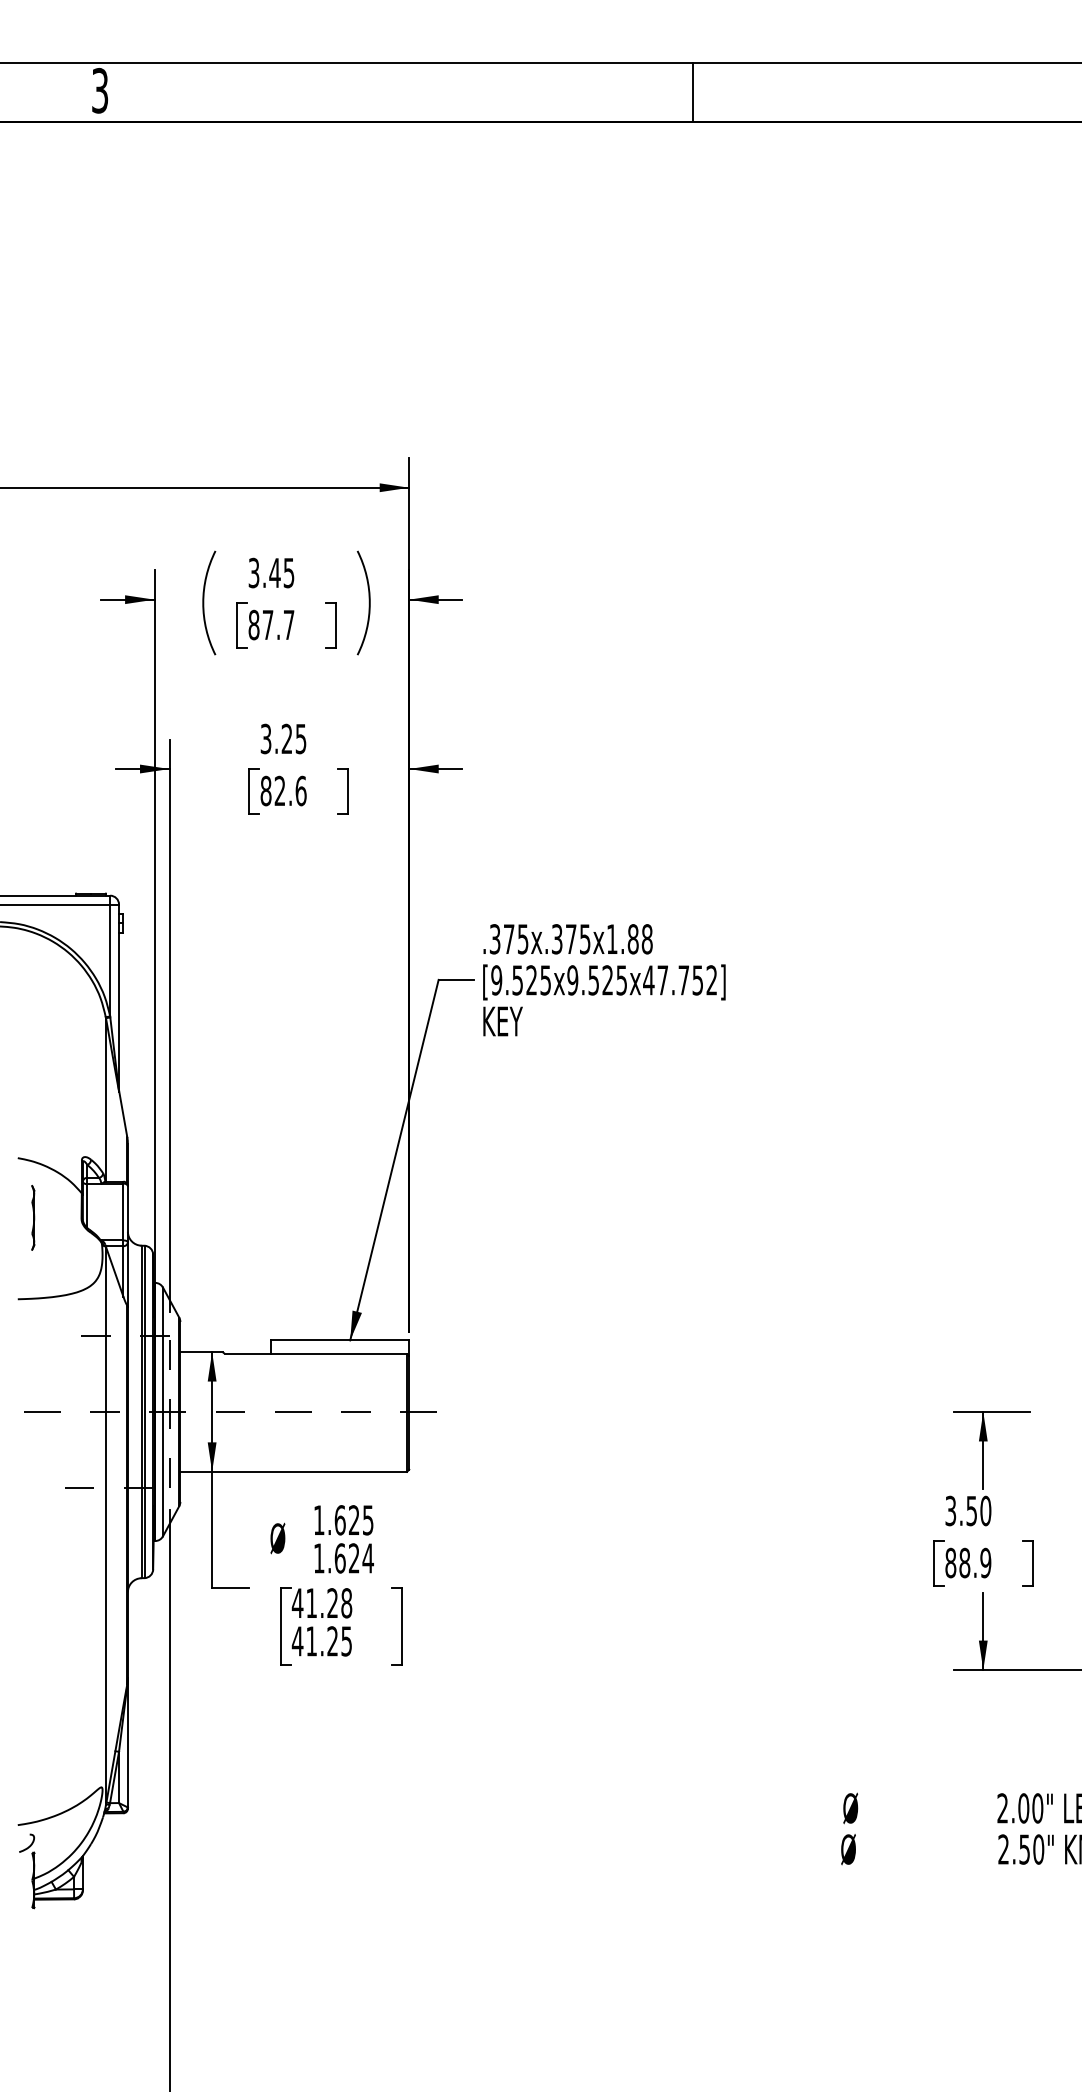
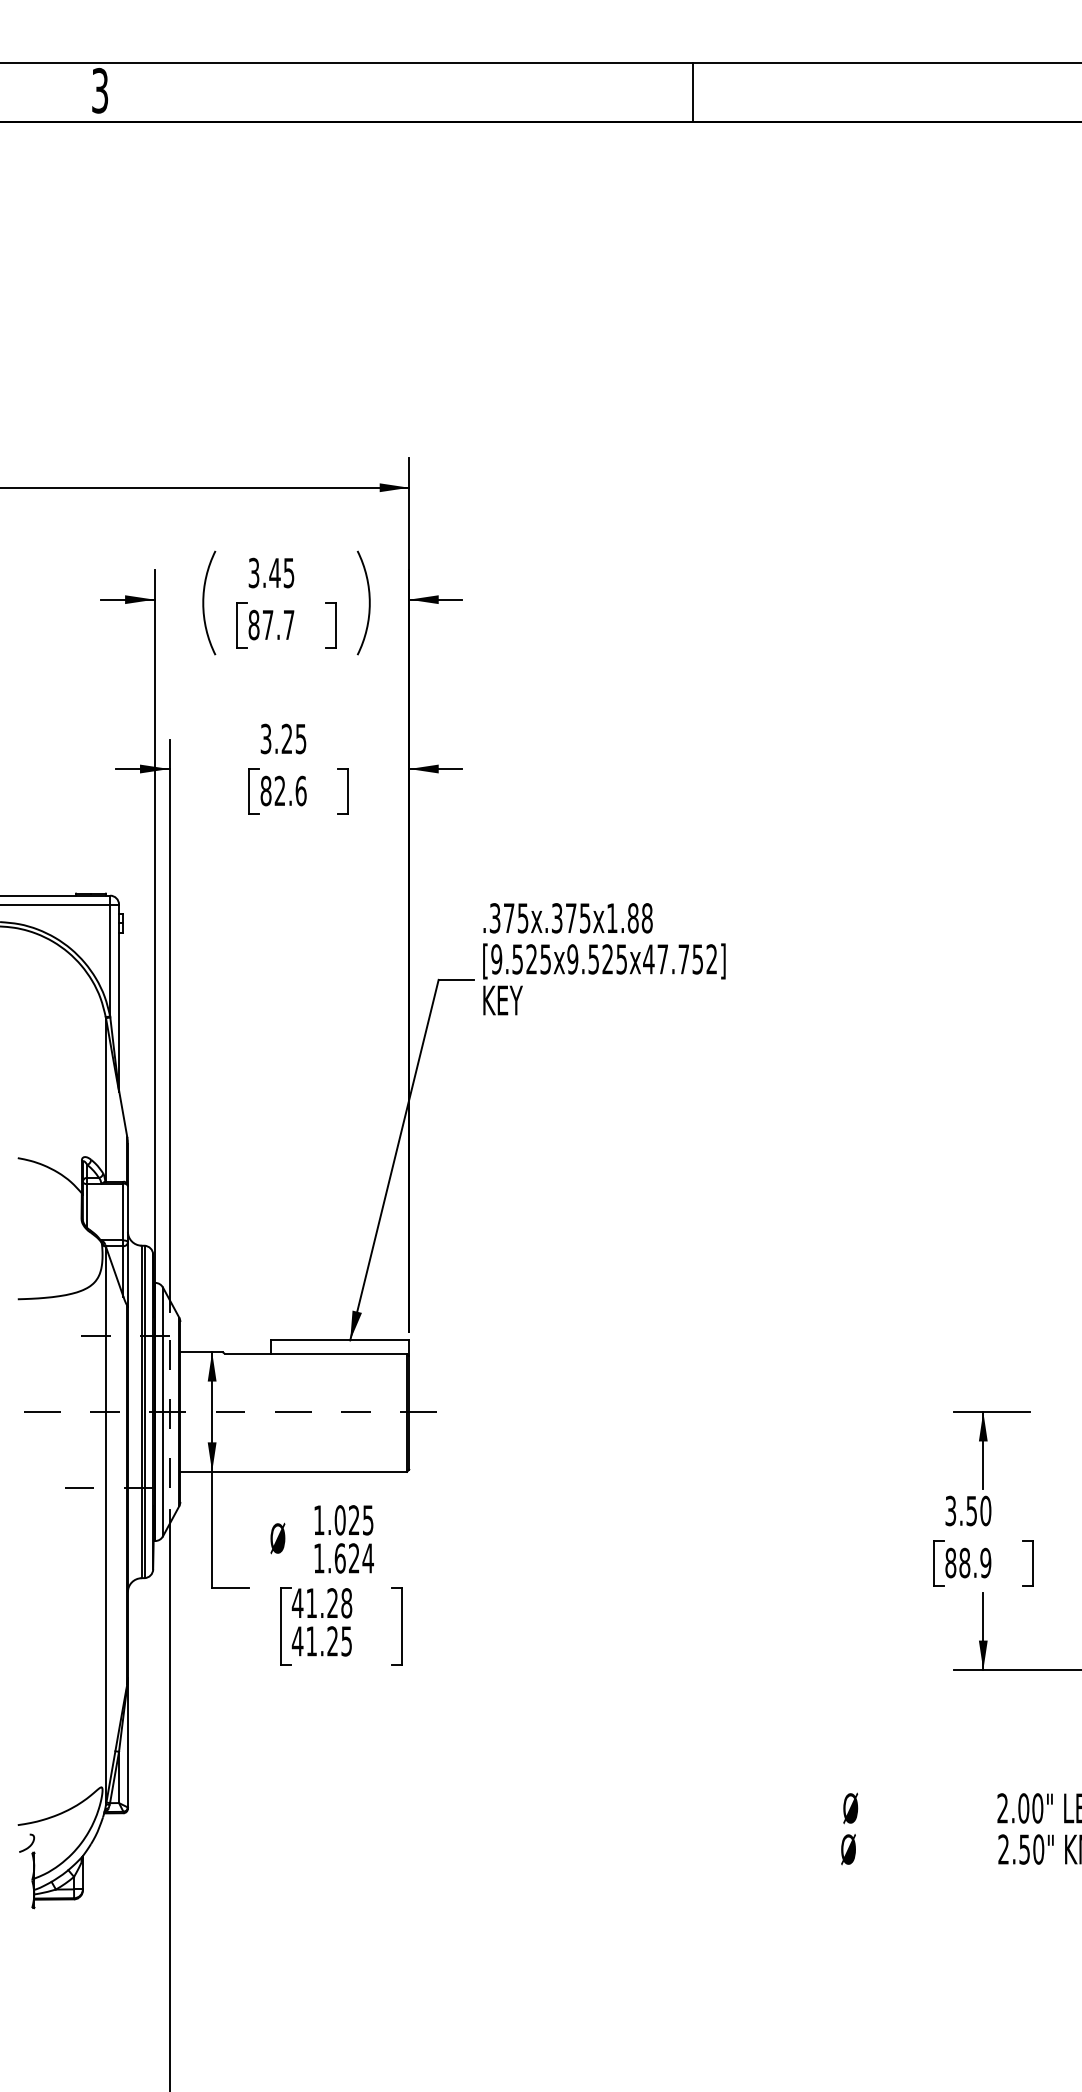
text at (604, 980) position: (604, 980) -> (604, 959)
part at (33, 1217): present -> none
text at (339, 1520): 1.625 -> 1.025
